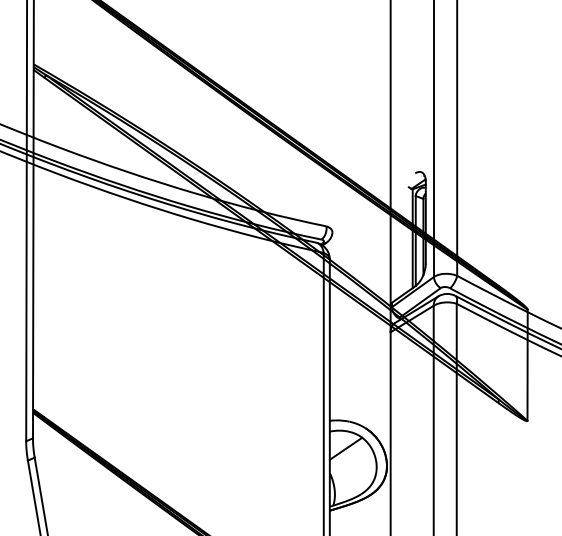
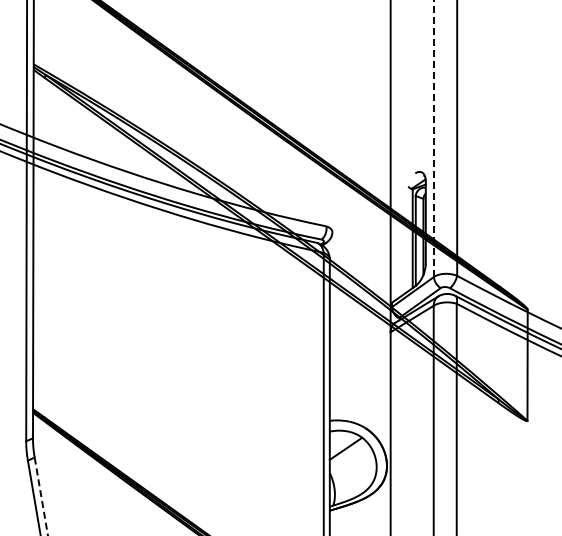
line at (433, 138): solid -> dashed
line at (41, 497): solid -> dashed
